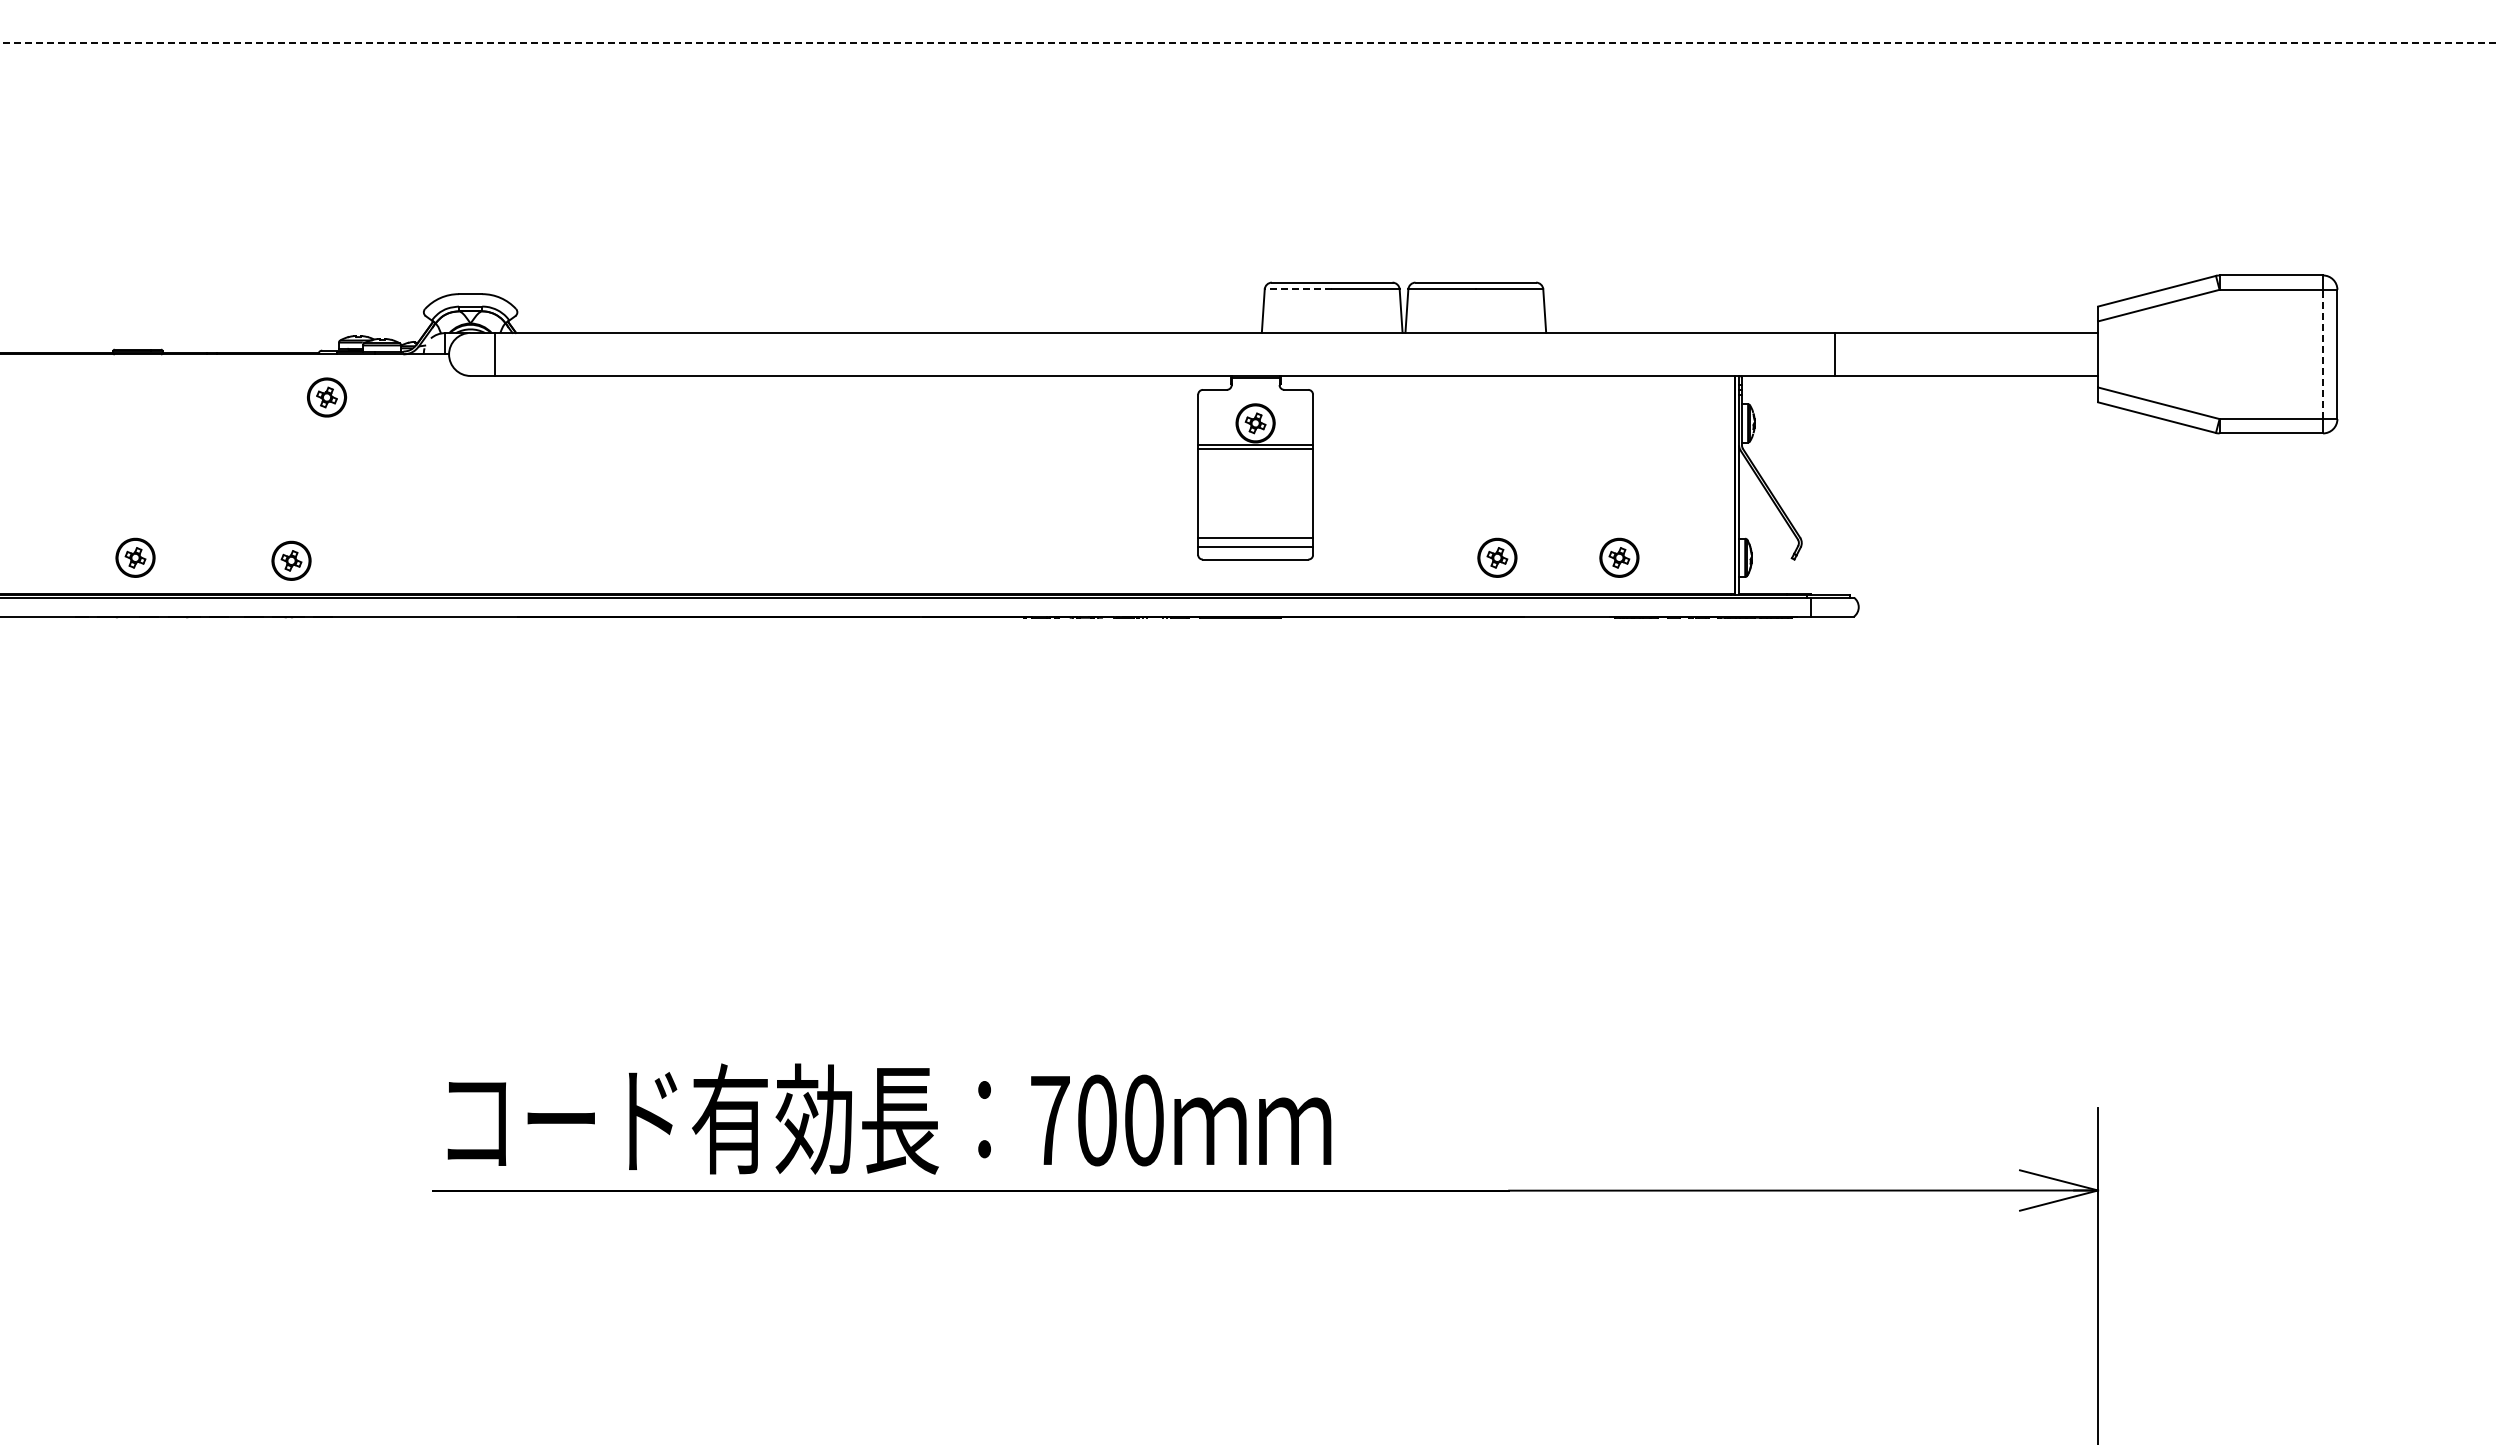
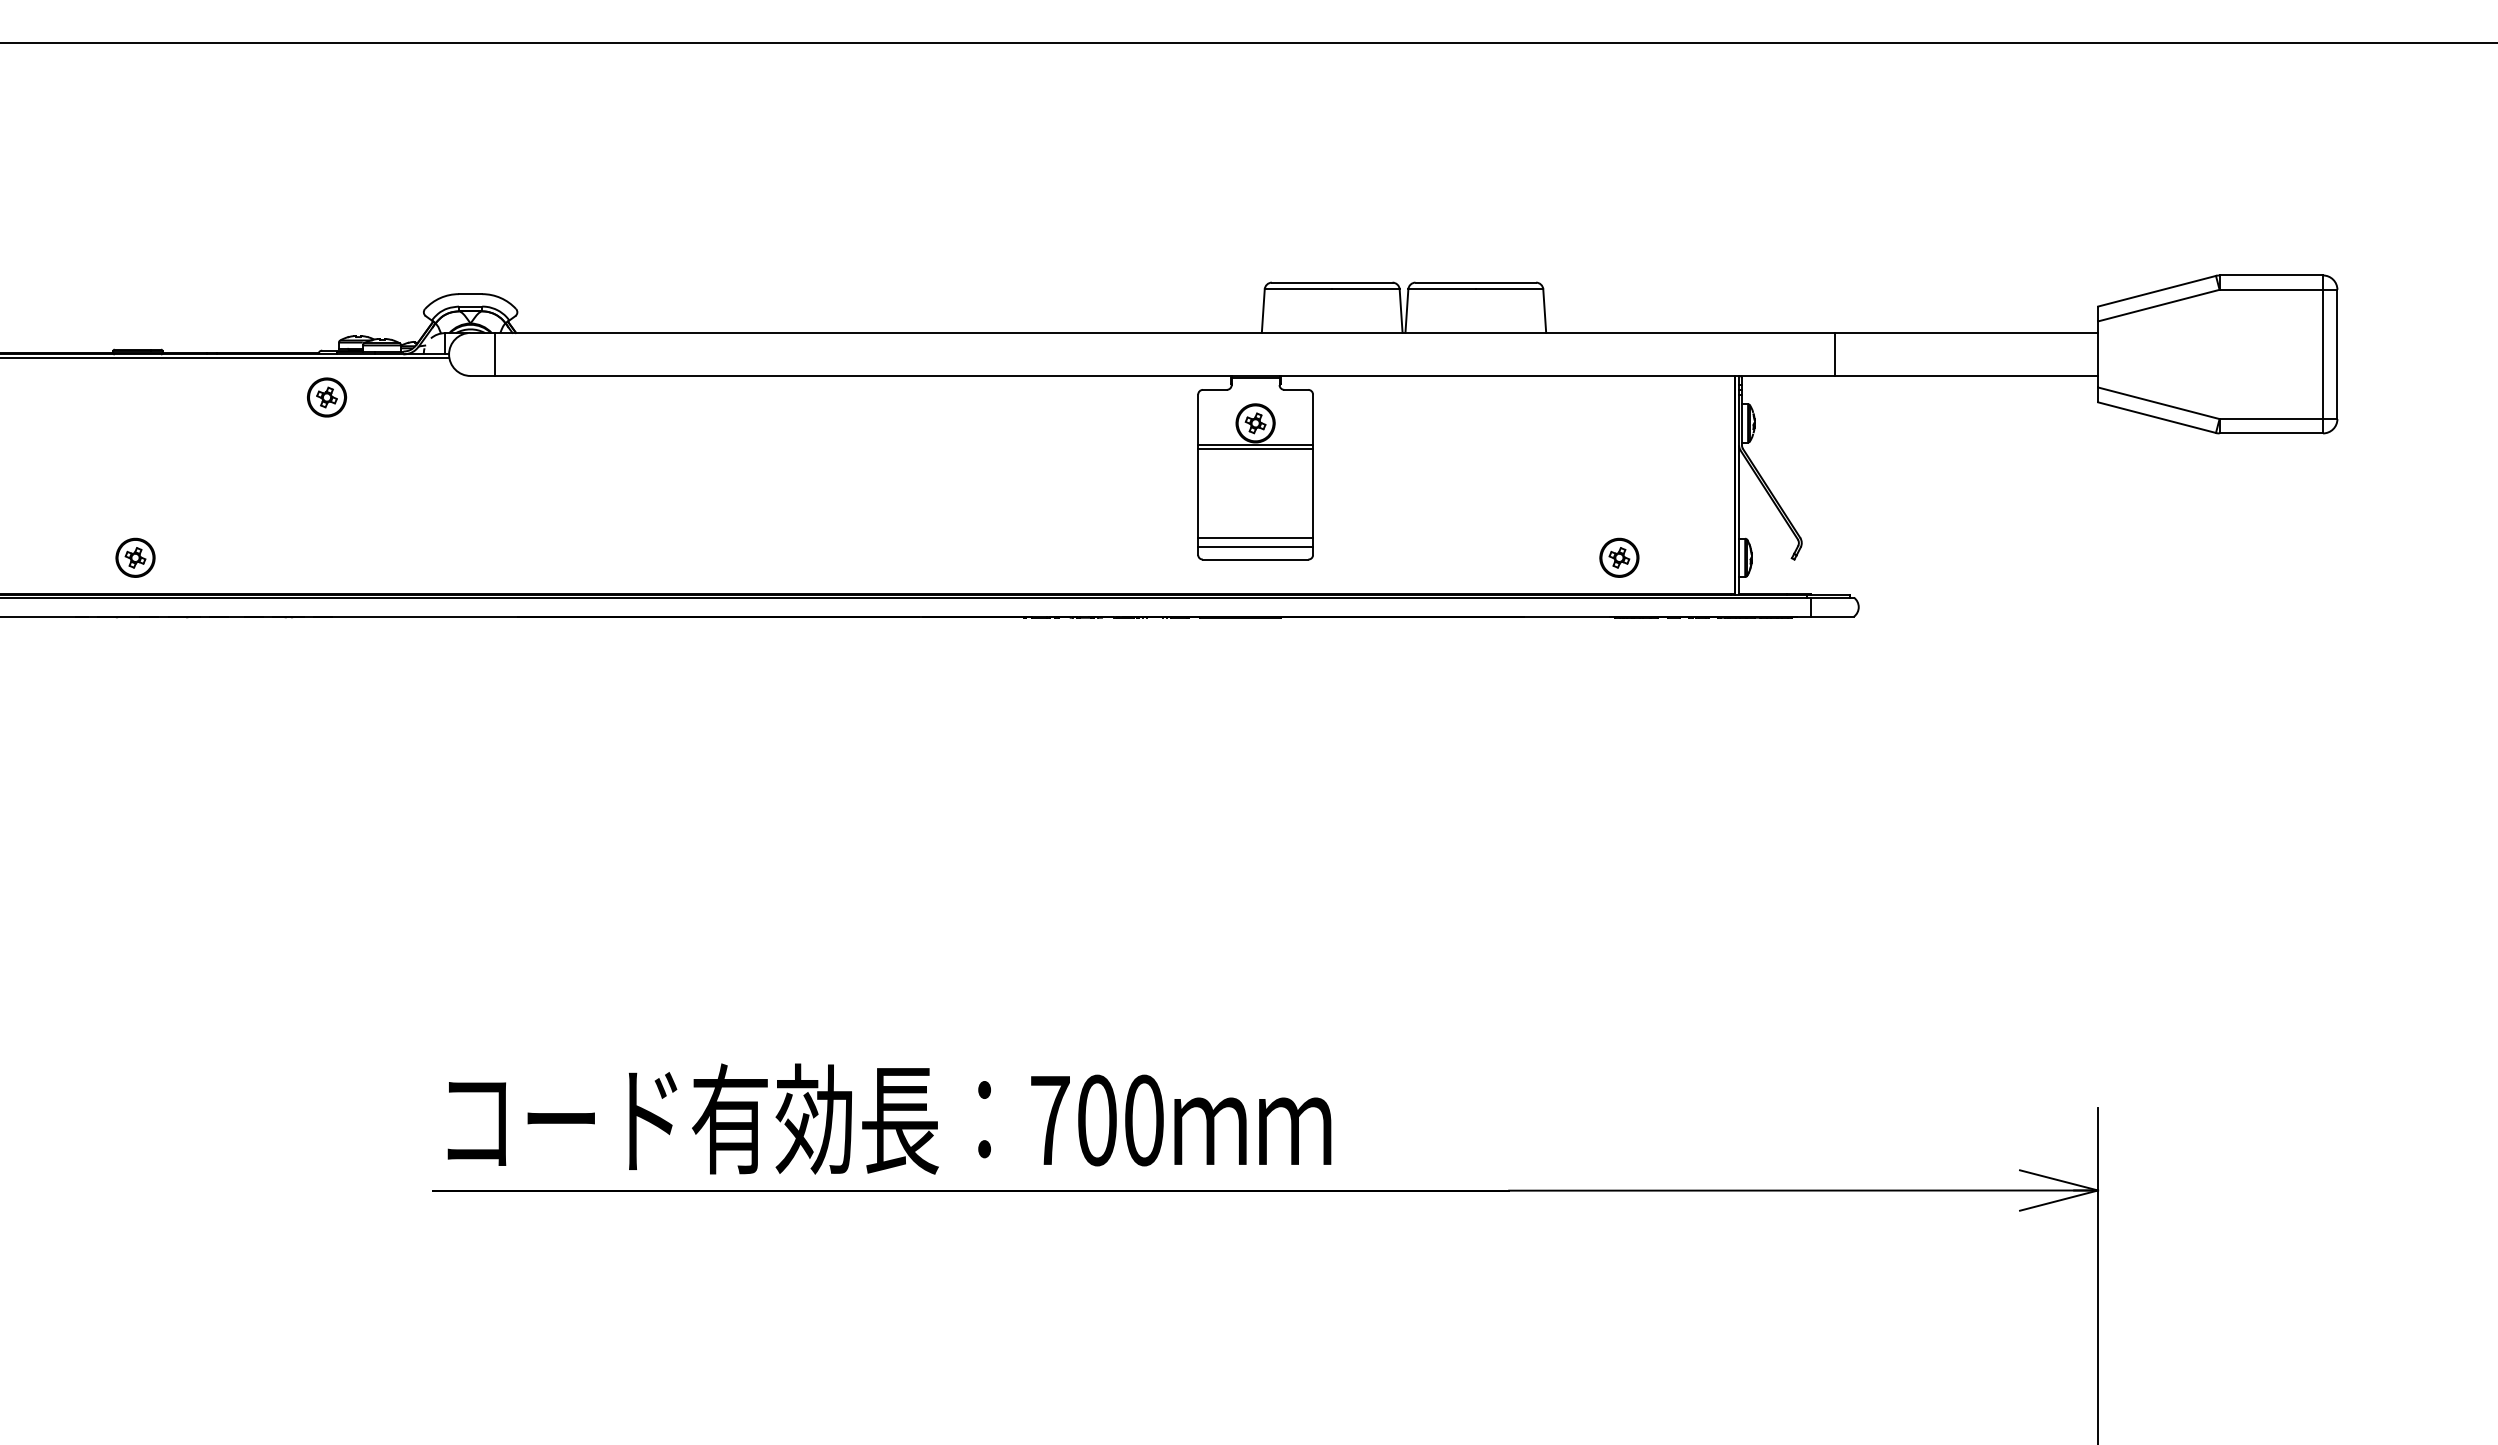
line at (1249, 43): dashed -> solid
line at (1298, 289): dashed -> solid
line at (2323, 354): dashed -> solid
line at (225, 358): none -> present
part at (1497, 557): present -> none
part at (291, 560): present -> none
